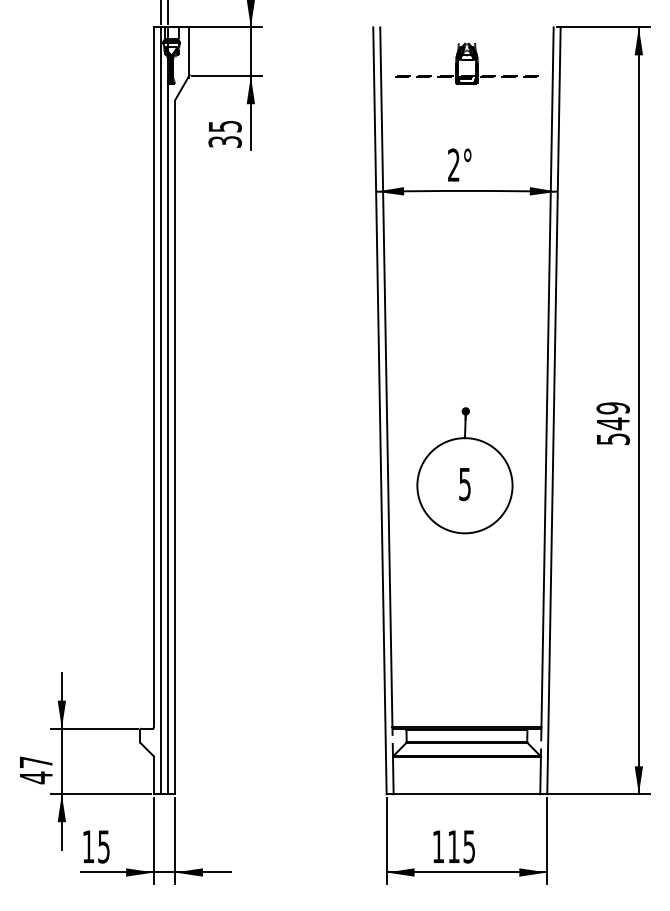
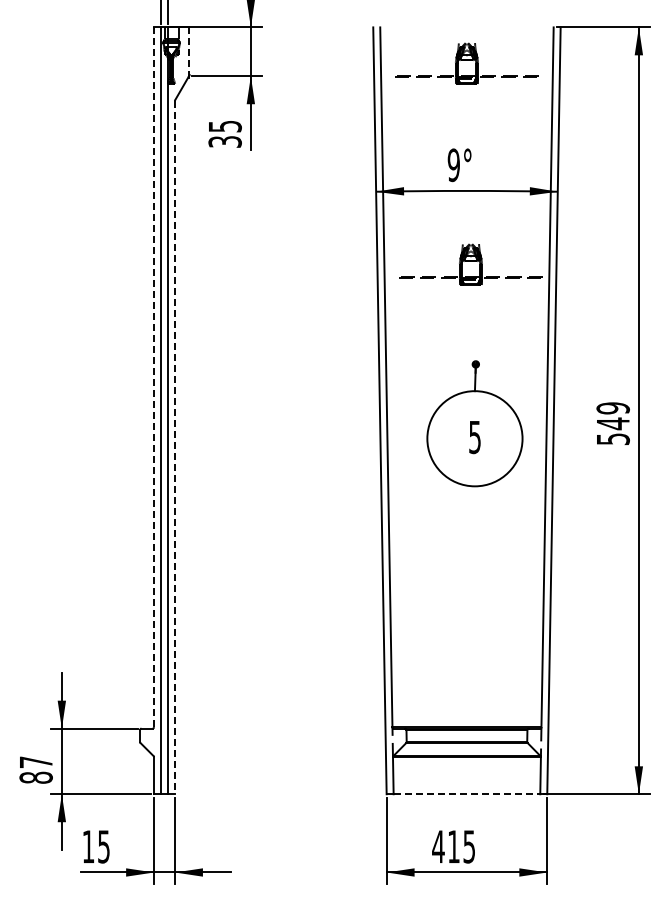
line at (188, 52): solid -> dashed
text at (453, 165): 2° -> 9°
part at (470, 264): none -> present
line at (154, 377): solid -> dashed
line at (175, 447): solid -> dashed
part at (464, 470) position: (464, 470) -> (474, 423)
text at (35, 777): 47 -> 87
line at (467, 794): solid -> dashed
text at (438, 846): 115 -> 415
